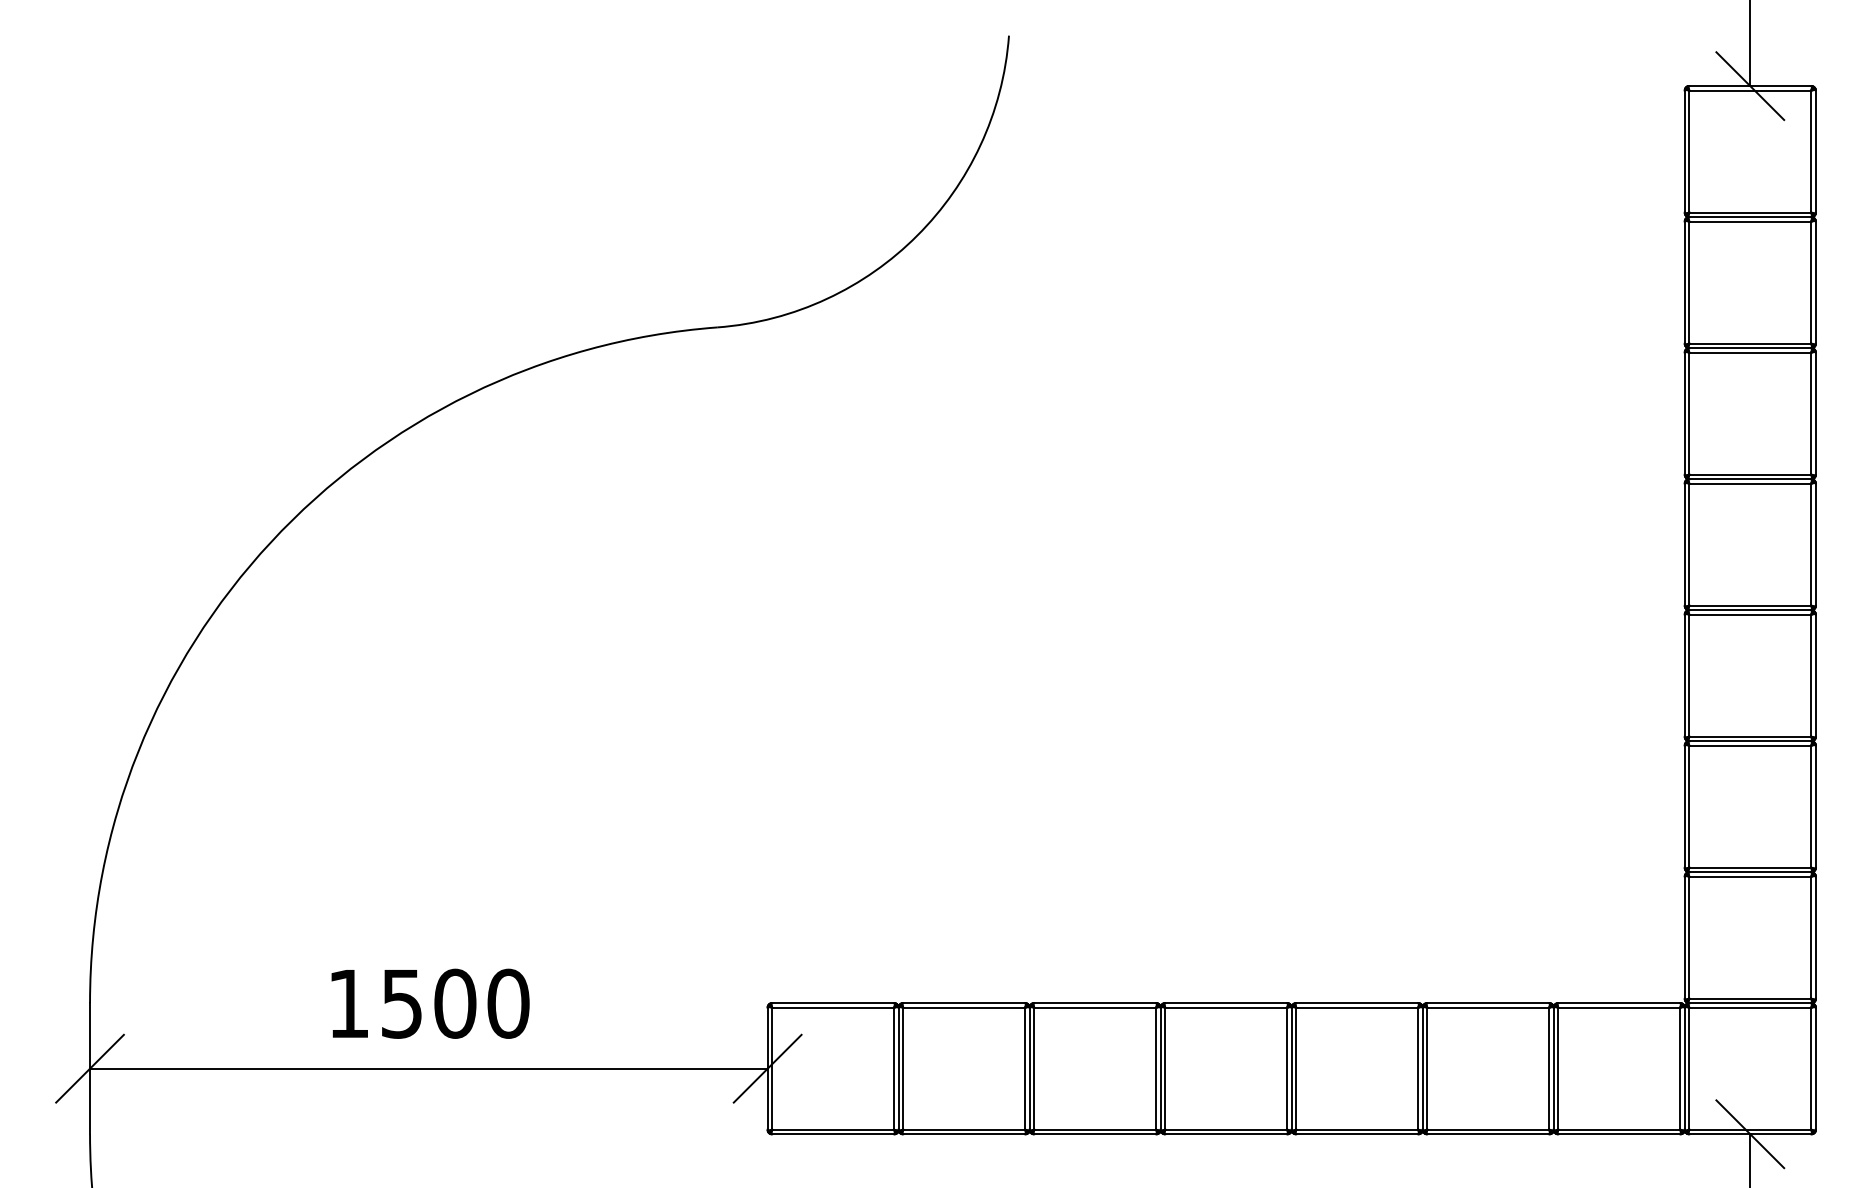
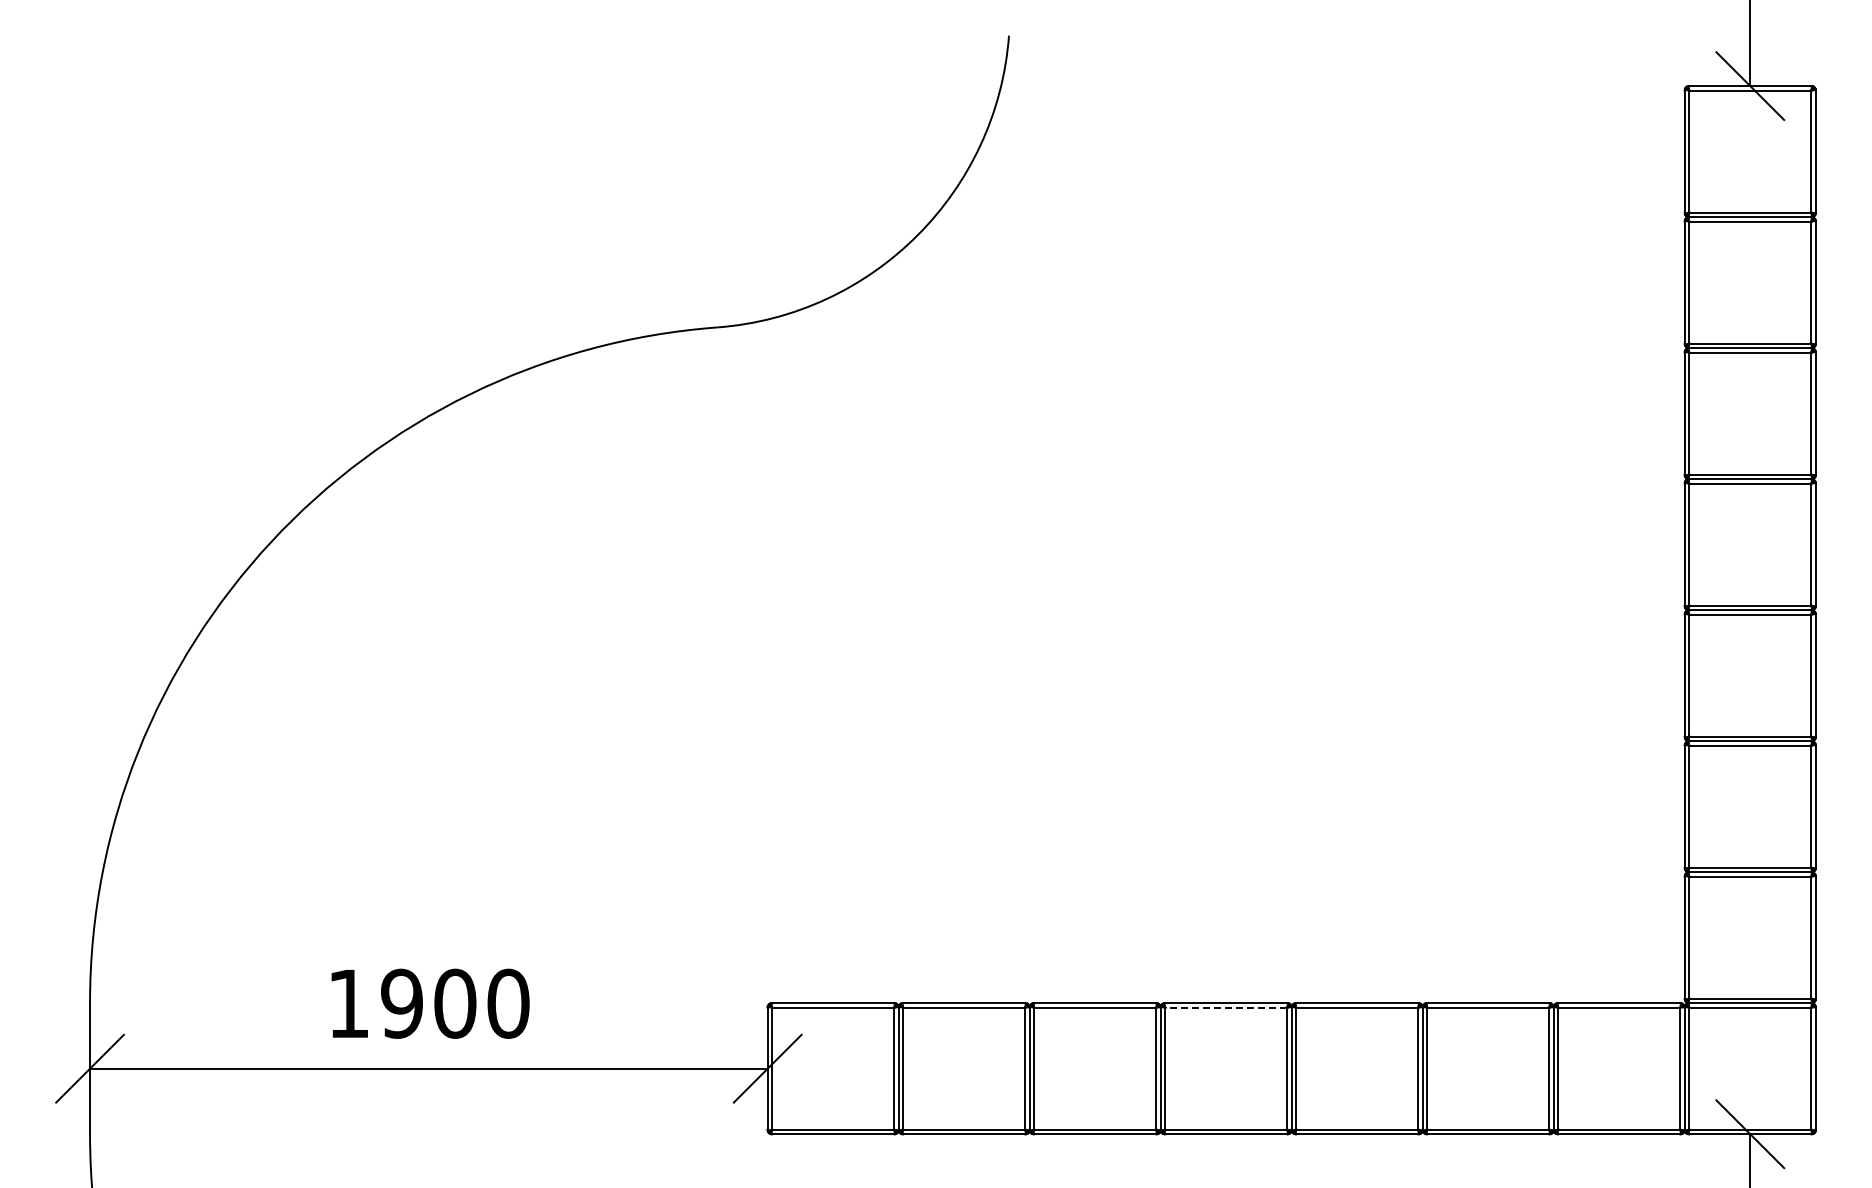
text at (401, 1003): 1500 -> 1900
line at (1226, 1007): solid -> dashed
